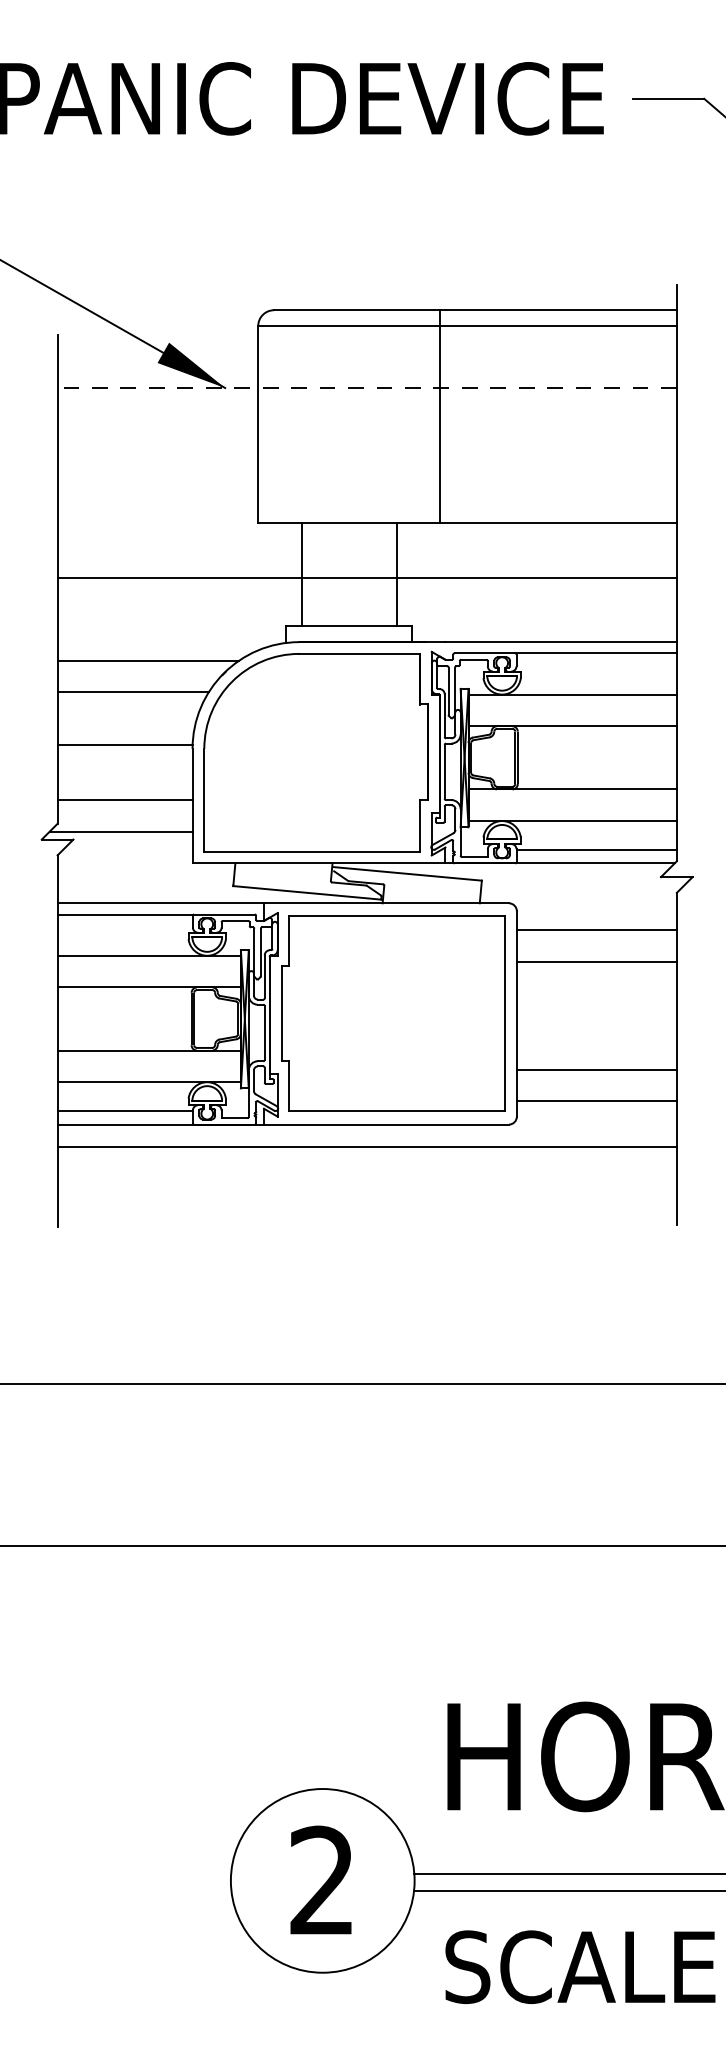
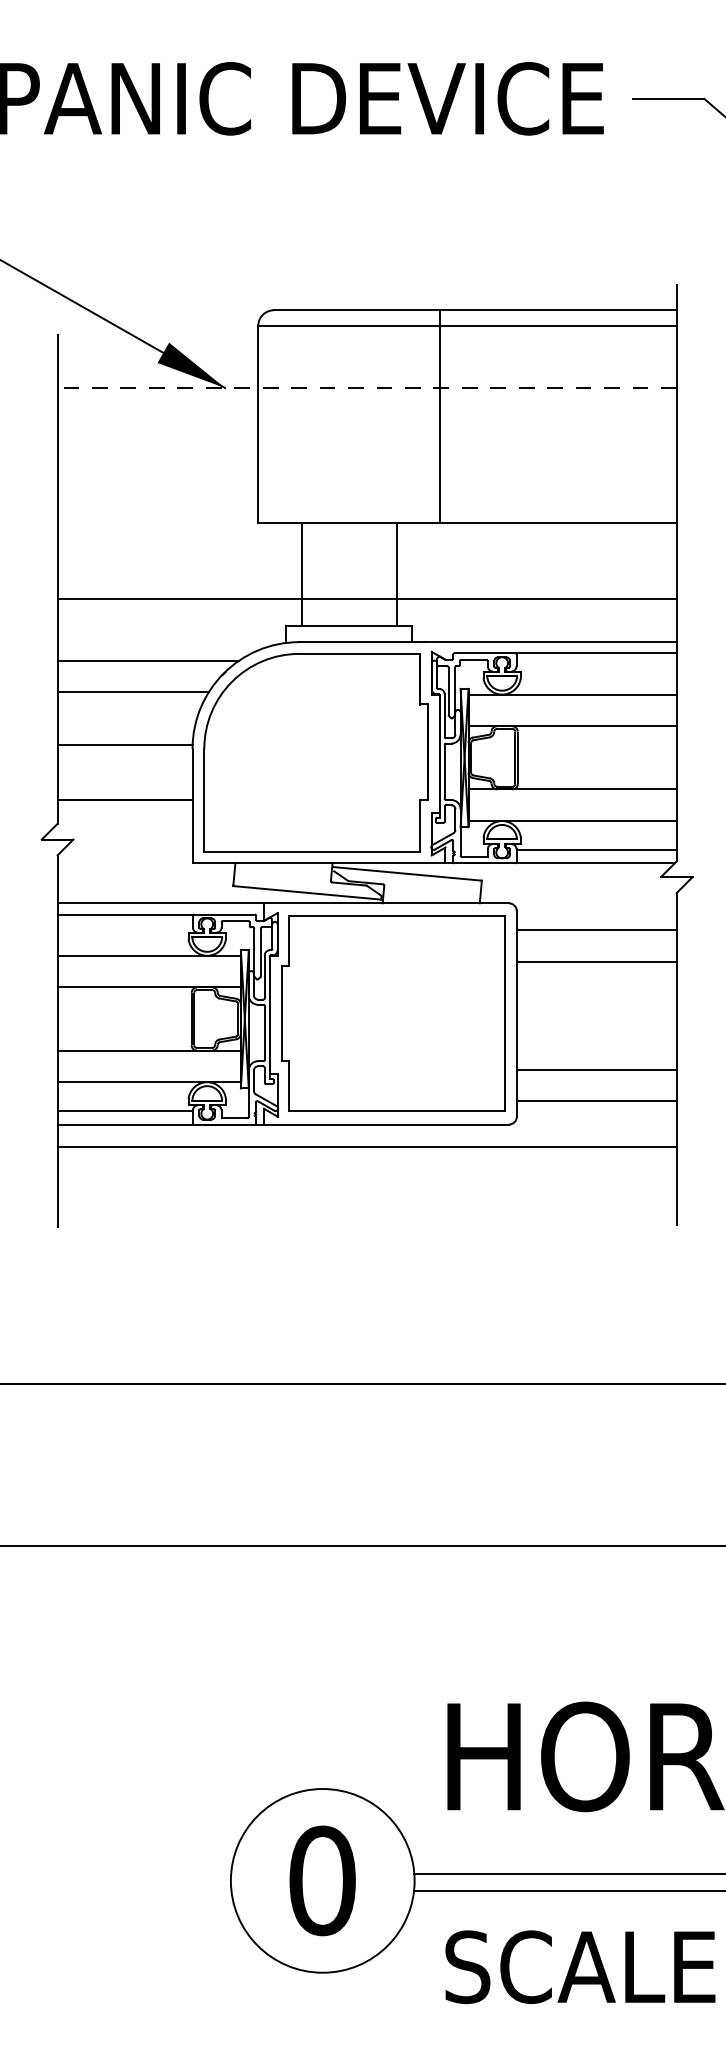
line at (366, 577) position: (366, 577) -> (366, 598)
line at (120, 831): present -> none
text at (322, 1880): 2 -> 0
